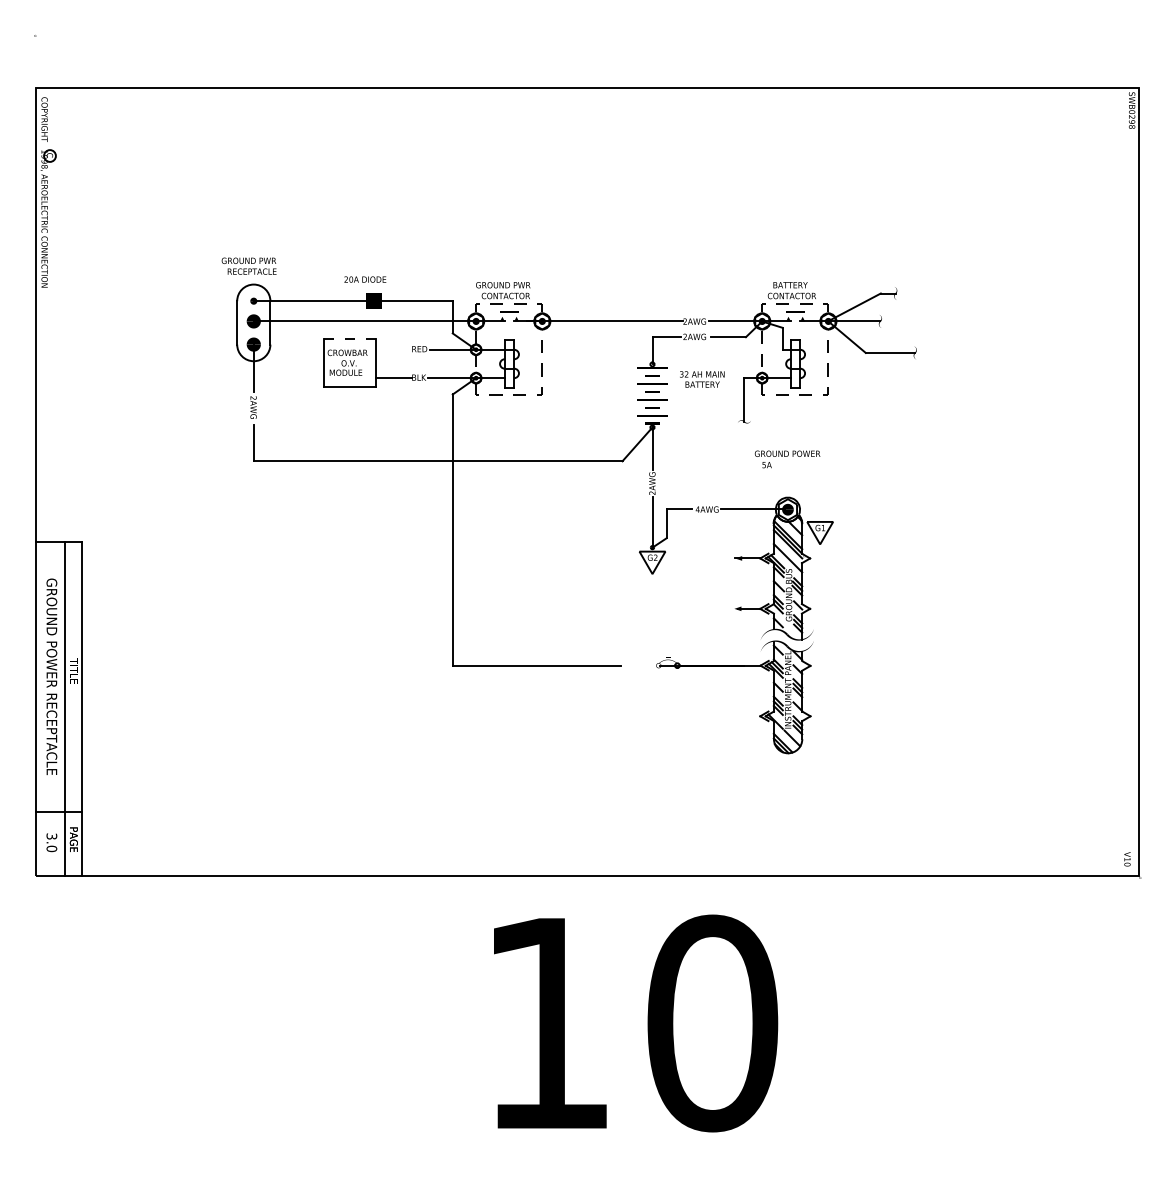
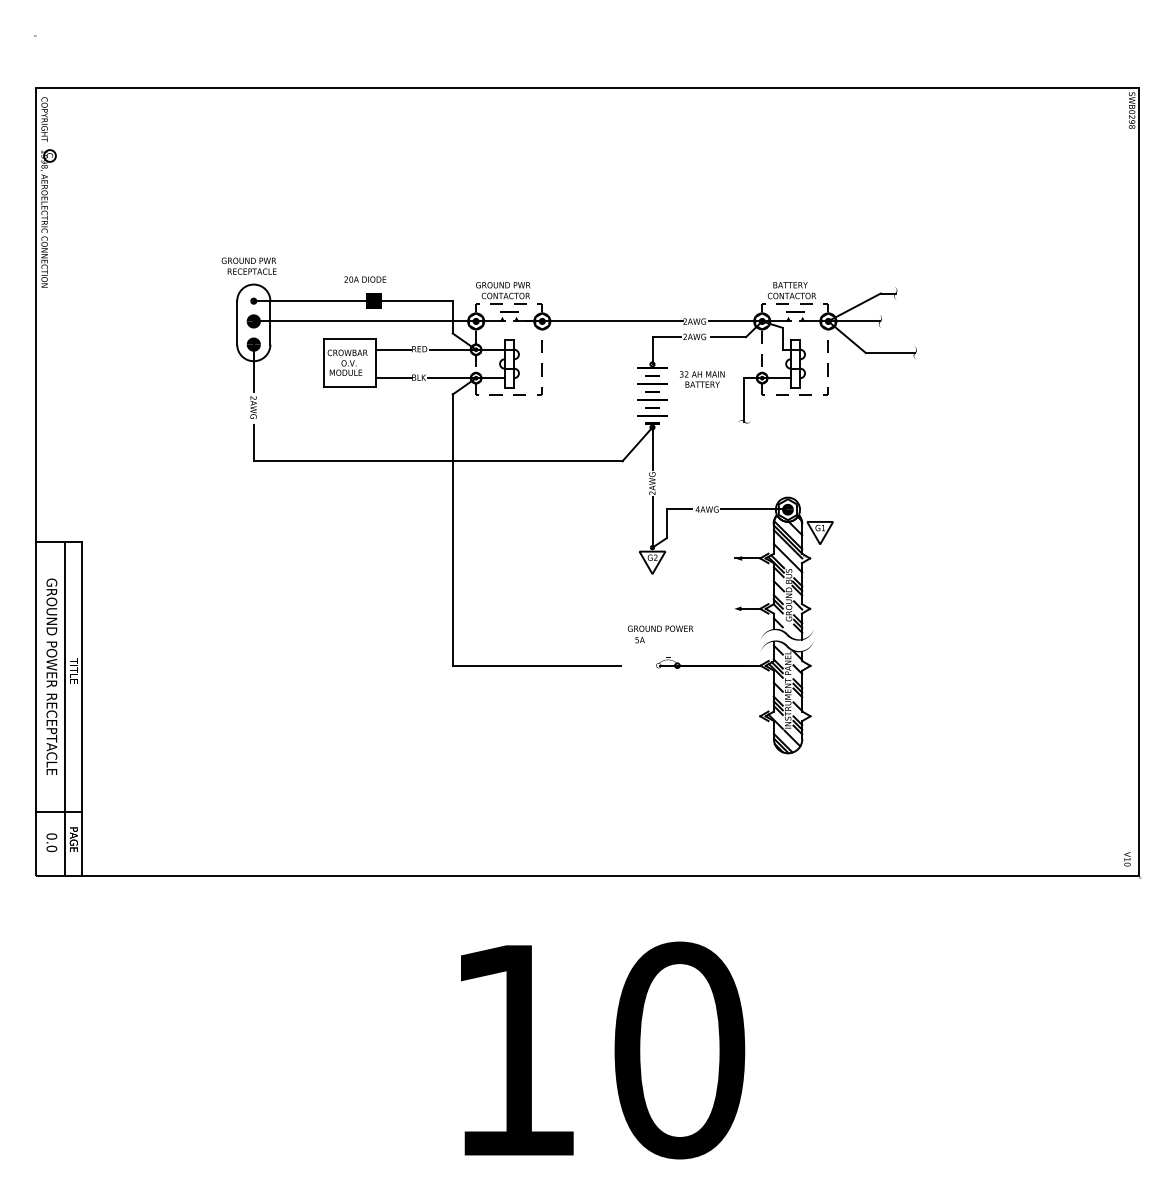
line at (349, 338): dashed -> solid
line at (393, 349): none -> present
text at (787, 459) position: (787, 459) -> (660, 634)
text at (51, 836): 3.0 -> 0.0
text at (636, 1023) position: (636, 1023) -> (603, 1050)
